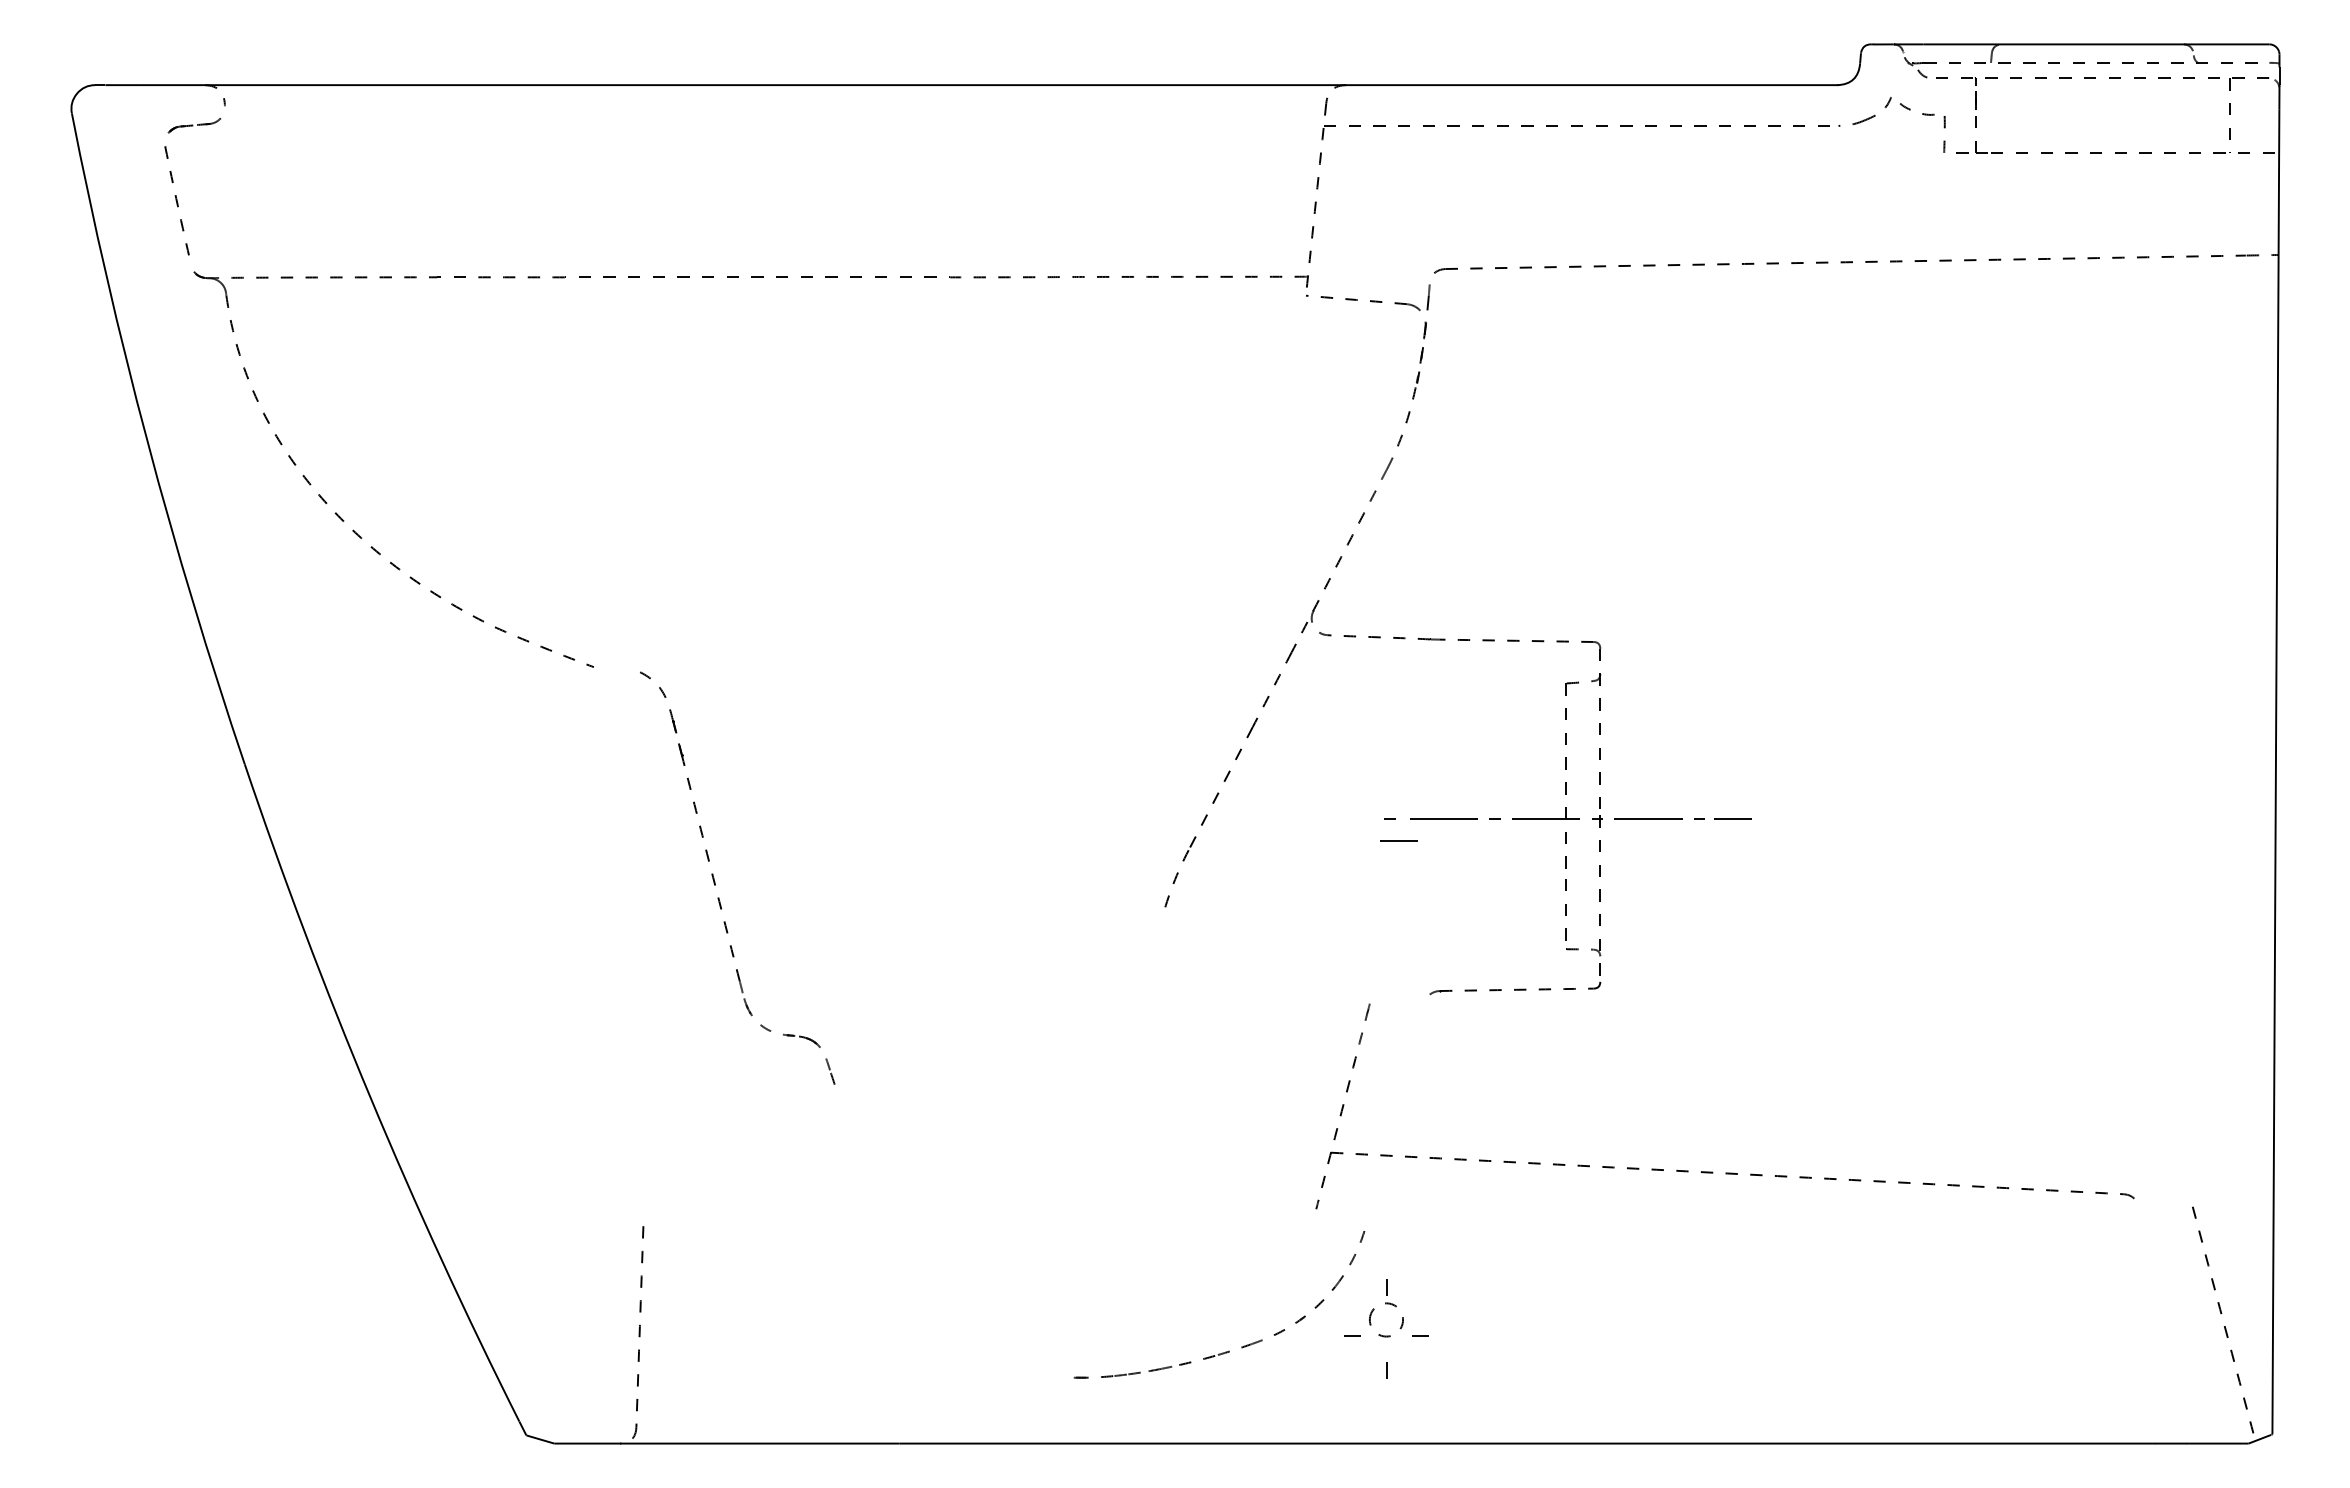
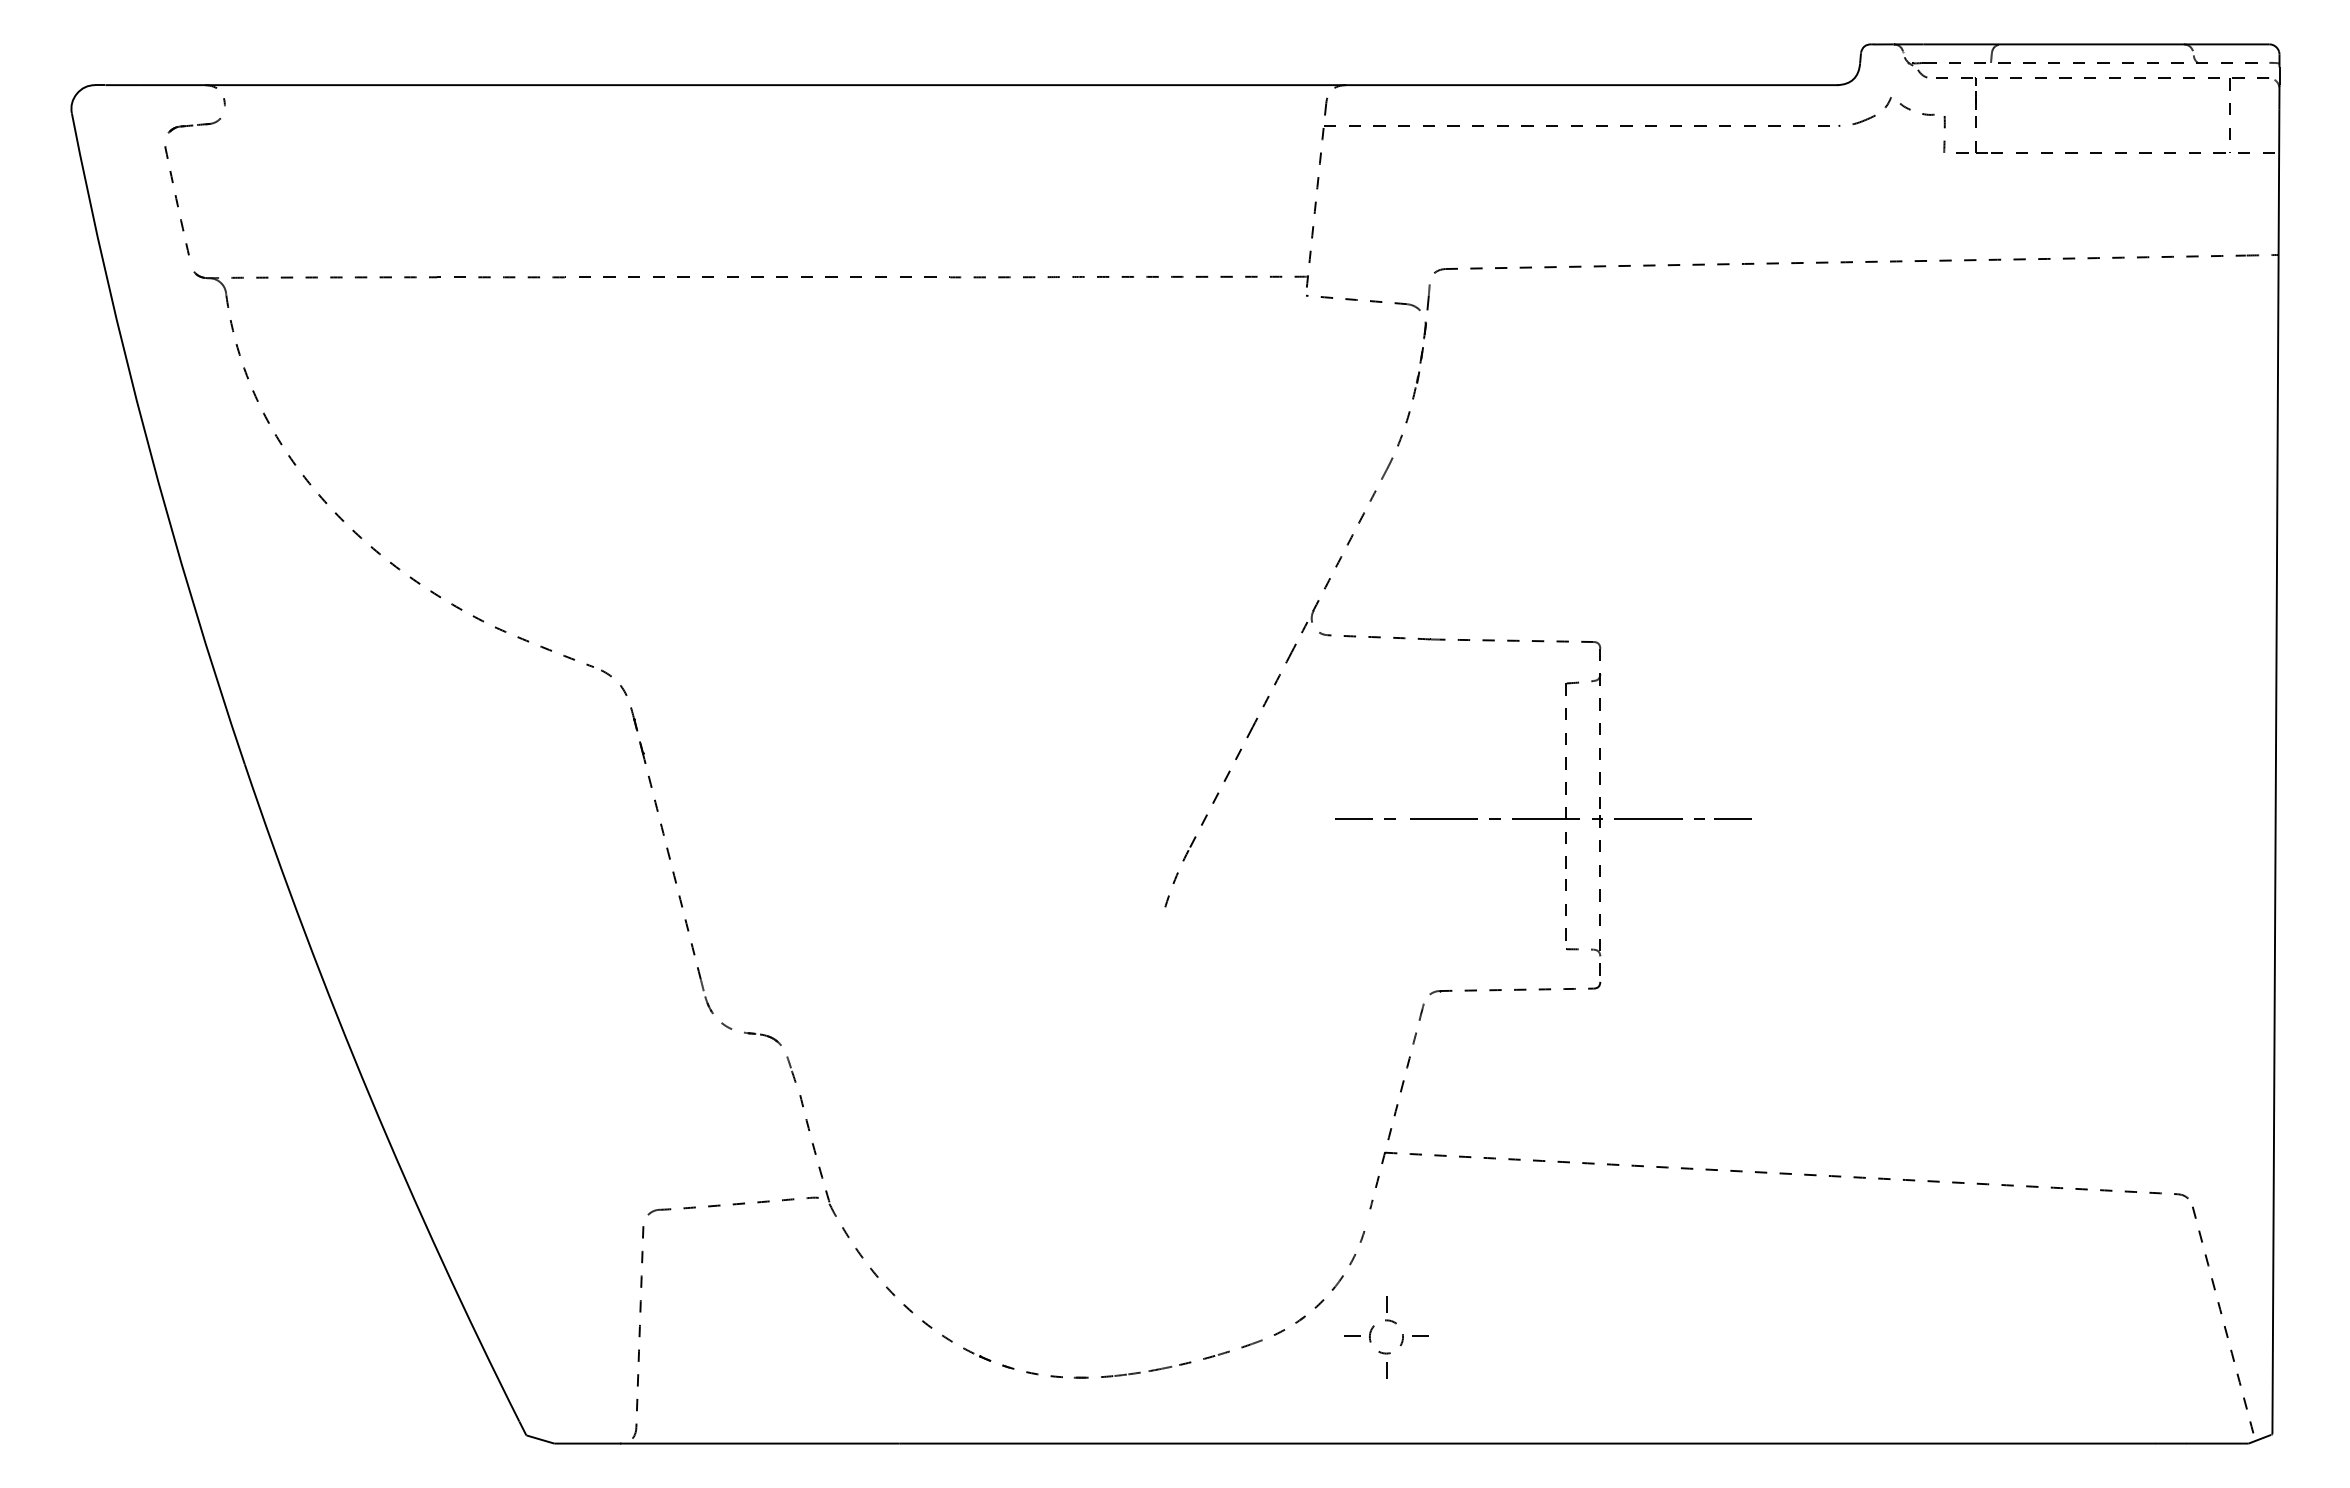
line at (1398, 840) position: (1398, 840) -> (1353, 818)
part at (715, 881) position: (715, 881) -> (676, 879)
part at (1725, 1172) position: (1725, 1172) -> (1779, 1172)
part at (854, 1236): none -> present
part at (1386, 1308) position: (1386, 1308) -> (1386, 1325)
